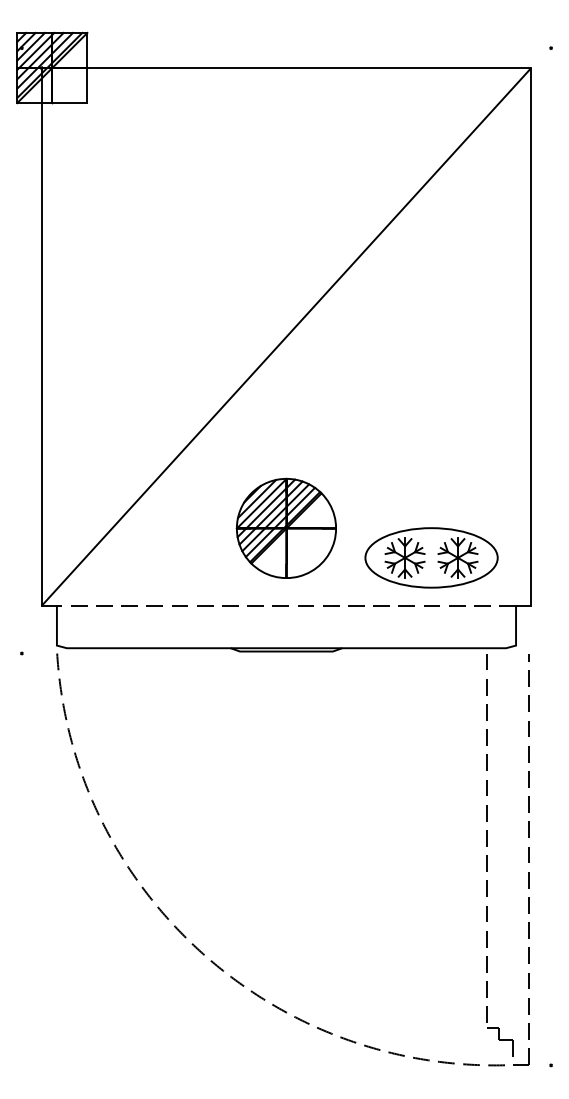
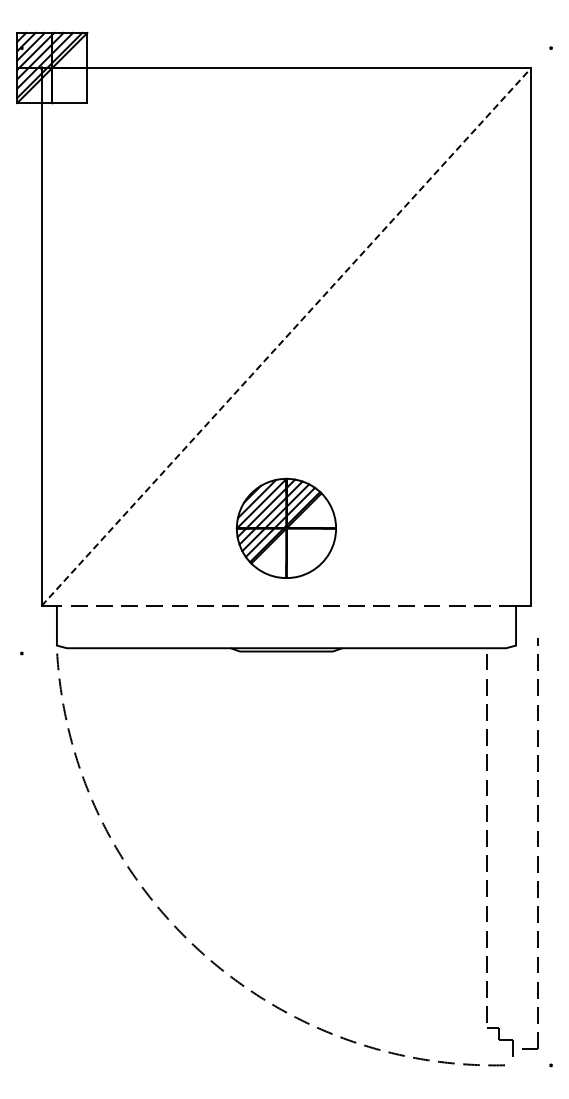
line at (286, 336): solid -> dashed
part at (431, 557): present -> none
part at (528, 859) position: (528, 859) -> (537, 843)
